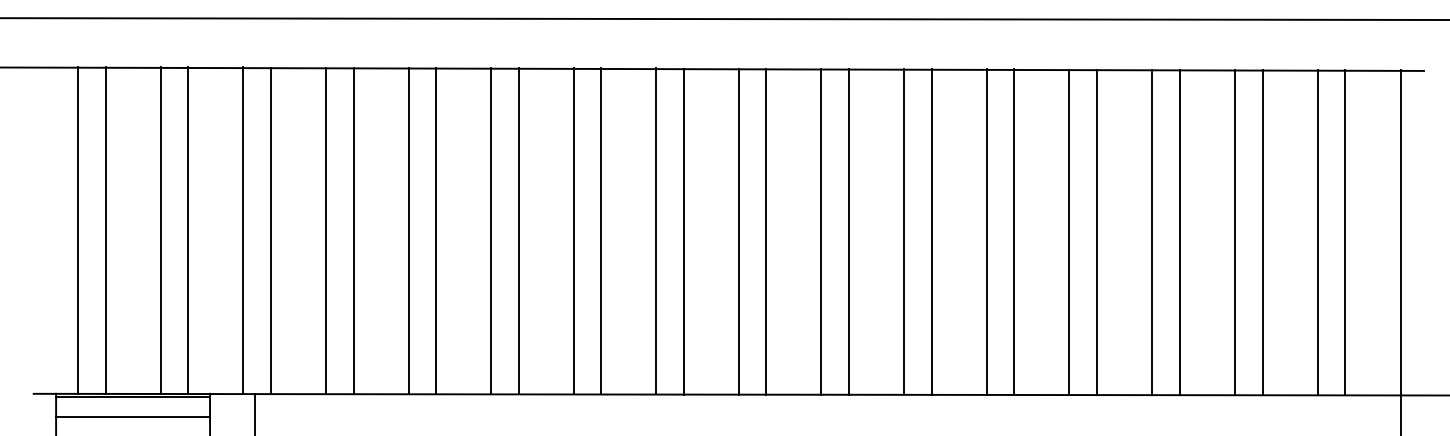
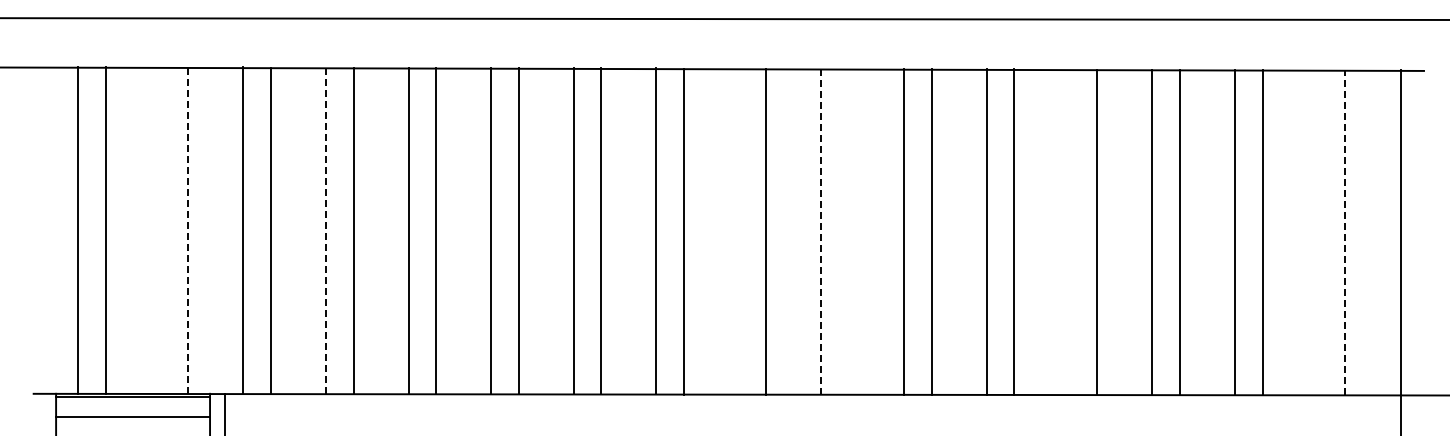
line at (160, 230): present -> none
line at (187, 230): solid -> dashed
line at (325, 231): solid -> dashed
line at (739, 231): present -> none
line at (821, 231): solid -> dashed
line at (849, 231): present -> none
line at (1344, 231): solid -> dashed
line at (1069, 232): present -> none
line at (1317, 232): present -> none
line at (254, 412) position: (254, 412) -> (224, 412)
